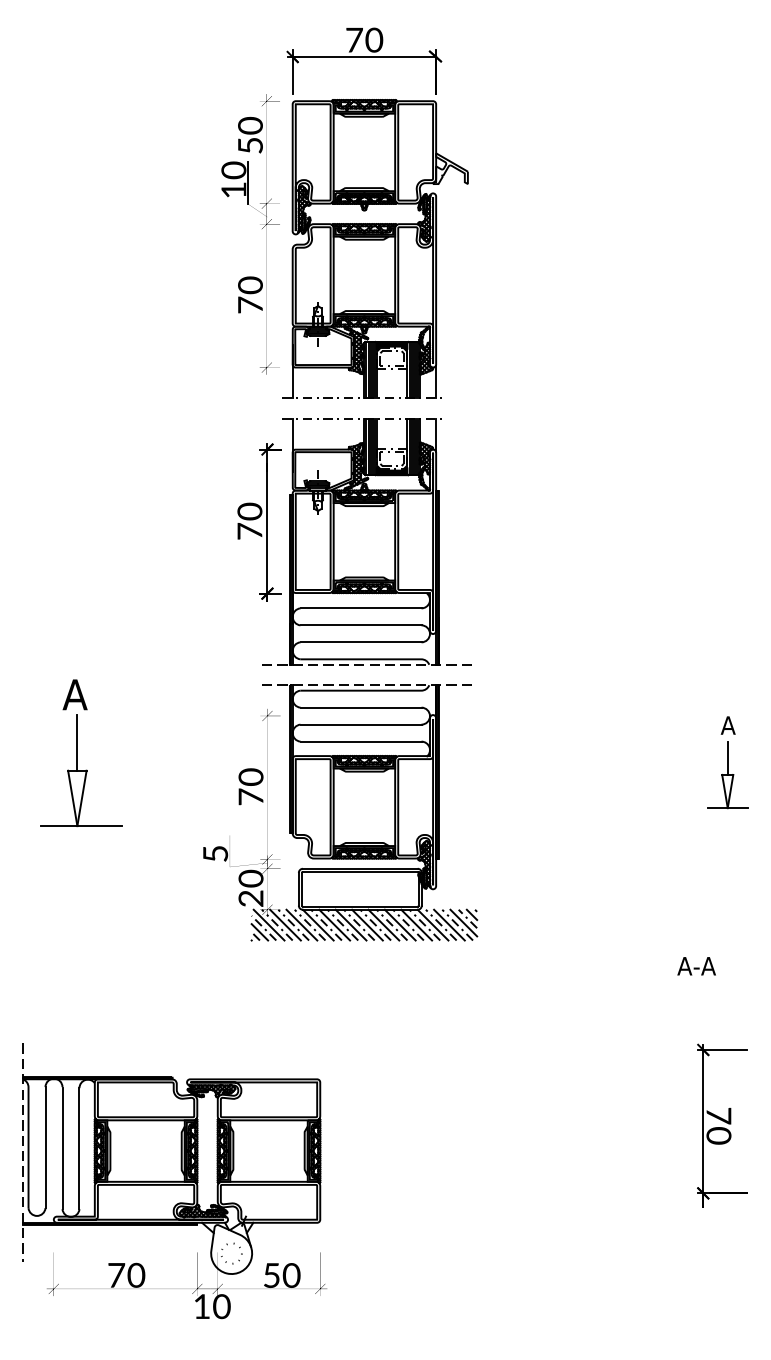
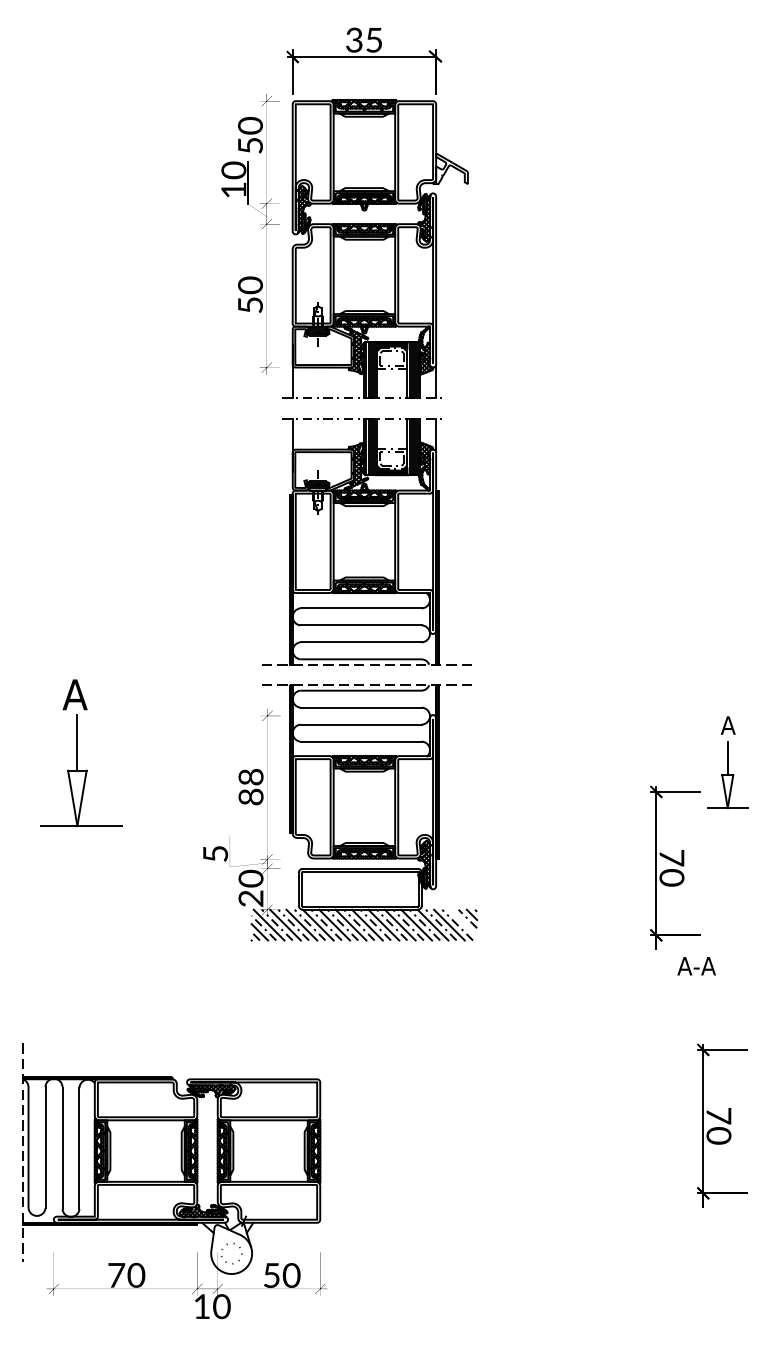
text at (364, 39): 70 -> 35
text at (250, 304): 70 -> 50
part at (259, 522): present -> none
text at (250, 786): 70 -> 88
part at (675, 867): none -> present
line at (463, 922): present -> none
